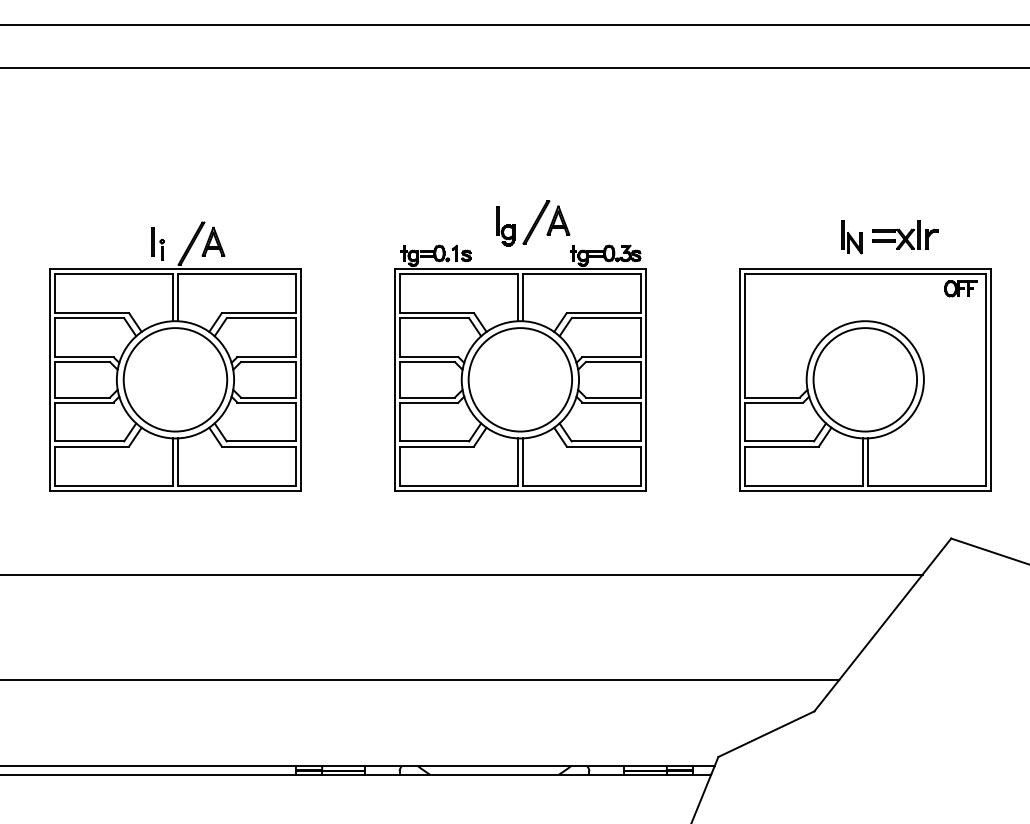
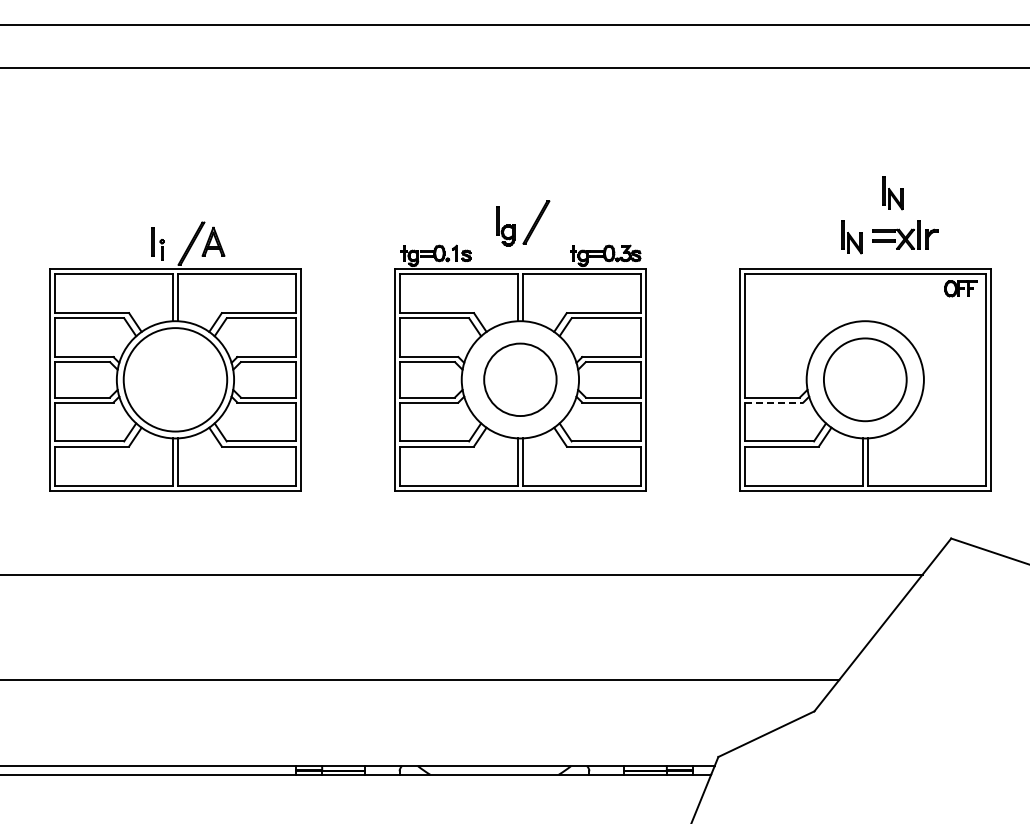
part at (892, 193): none -> present
part at (558, 220): present -> none
circle at (520, 379) diameter: 103 px -> 72 px
circle at (865, 379) diameter: 103 px -> 83 px
line at (774, 402): solid -> dashed
